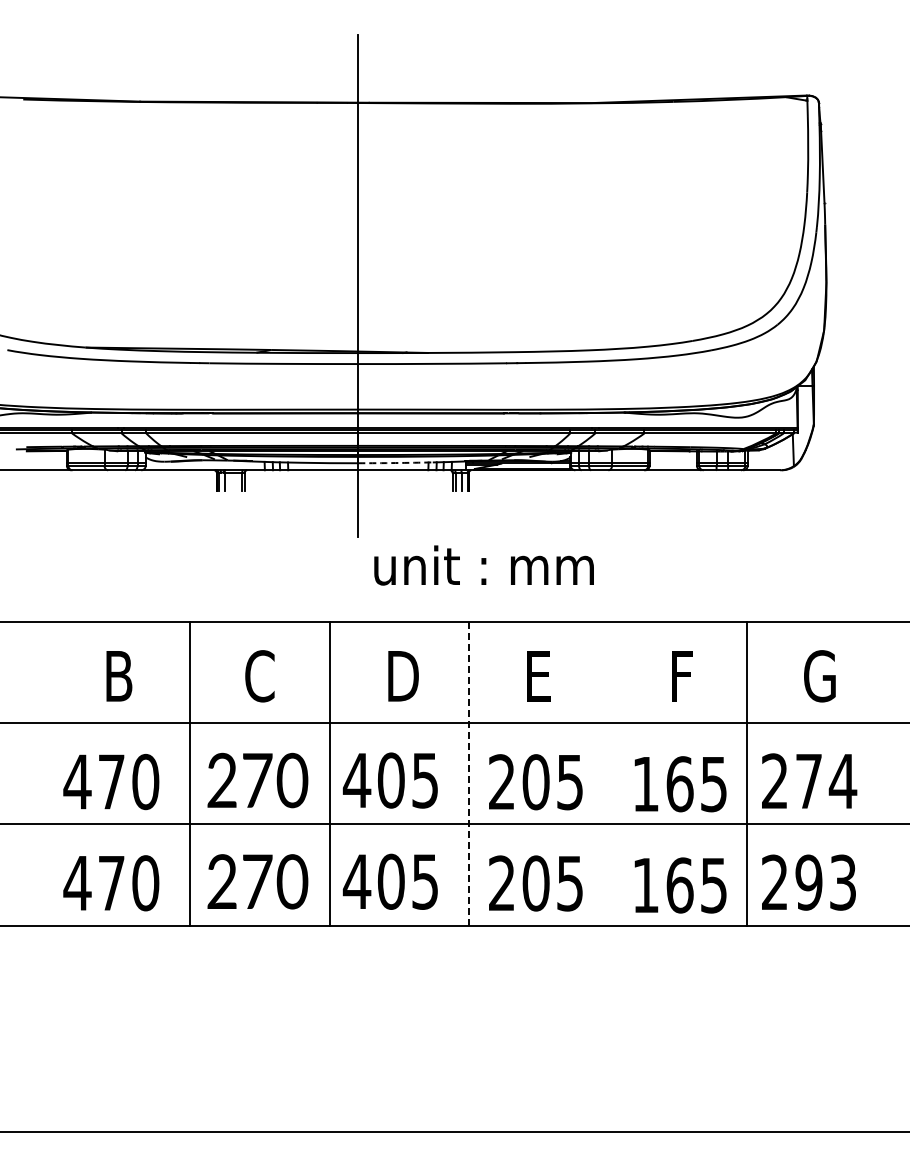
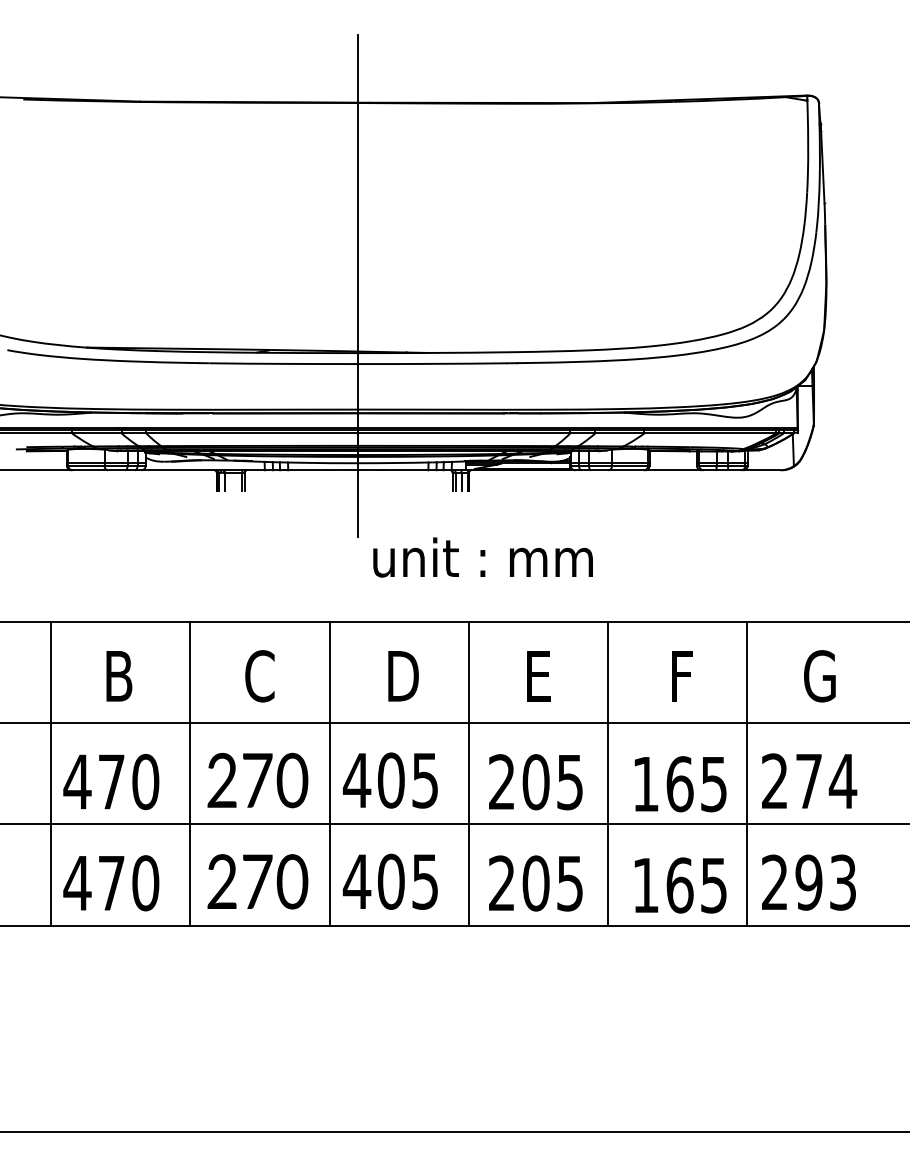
arc at (395, 463): dashed -> solid
text at (483, 565) position: (483, 565) -> (482, 557)
line at (51, 773): none -> present
line at (468, 773): dashed -> solid
line at (608, 773): none -> present
